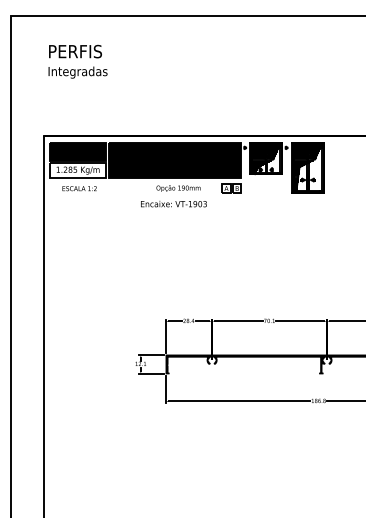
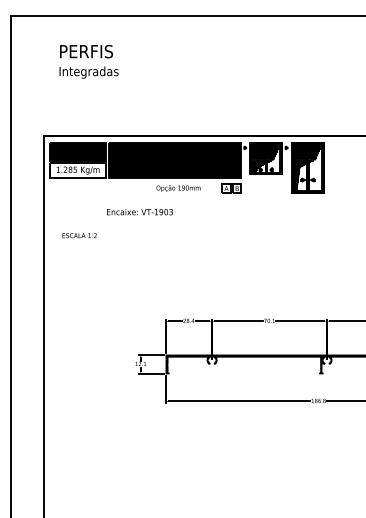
text at (77, 61) position: (77, 61) -> (88, 61)
text at (79, 188) position: (79, 188) -> (79, 235)
text at (173, 204) position: (173, 204) -> (139, 212)
